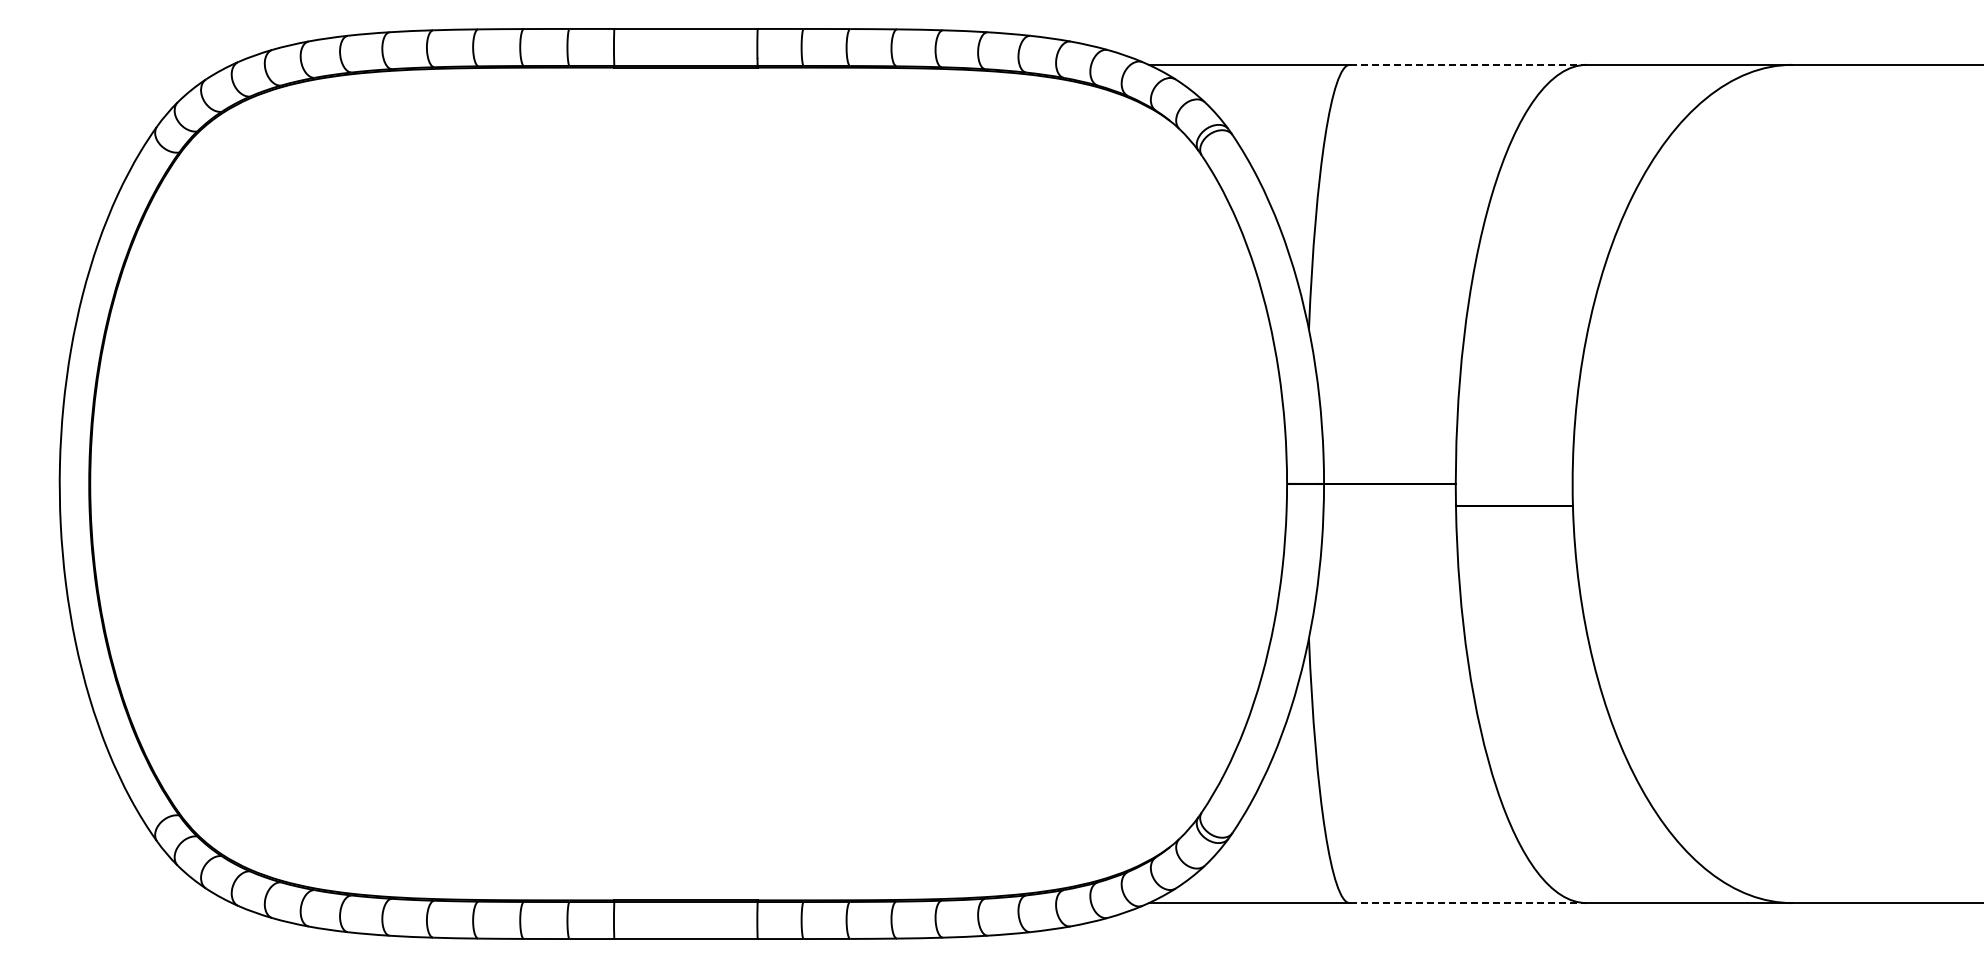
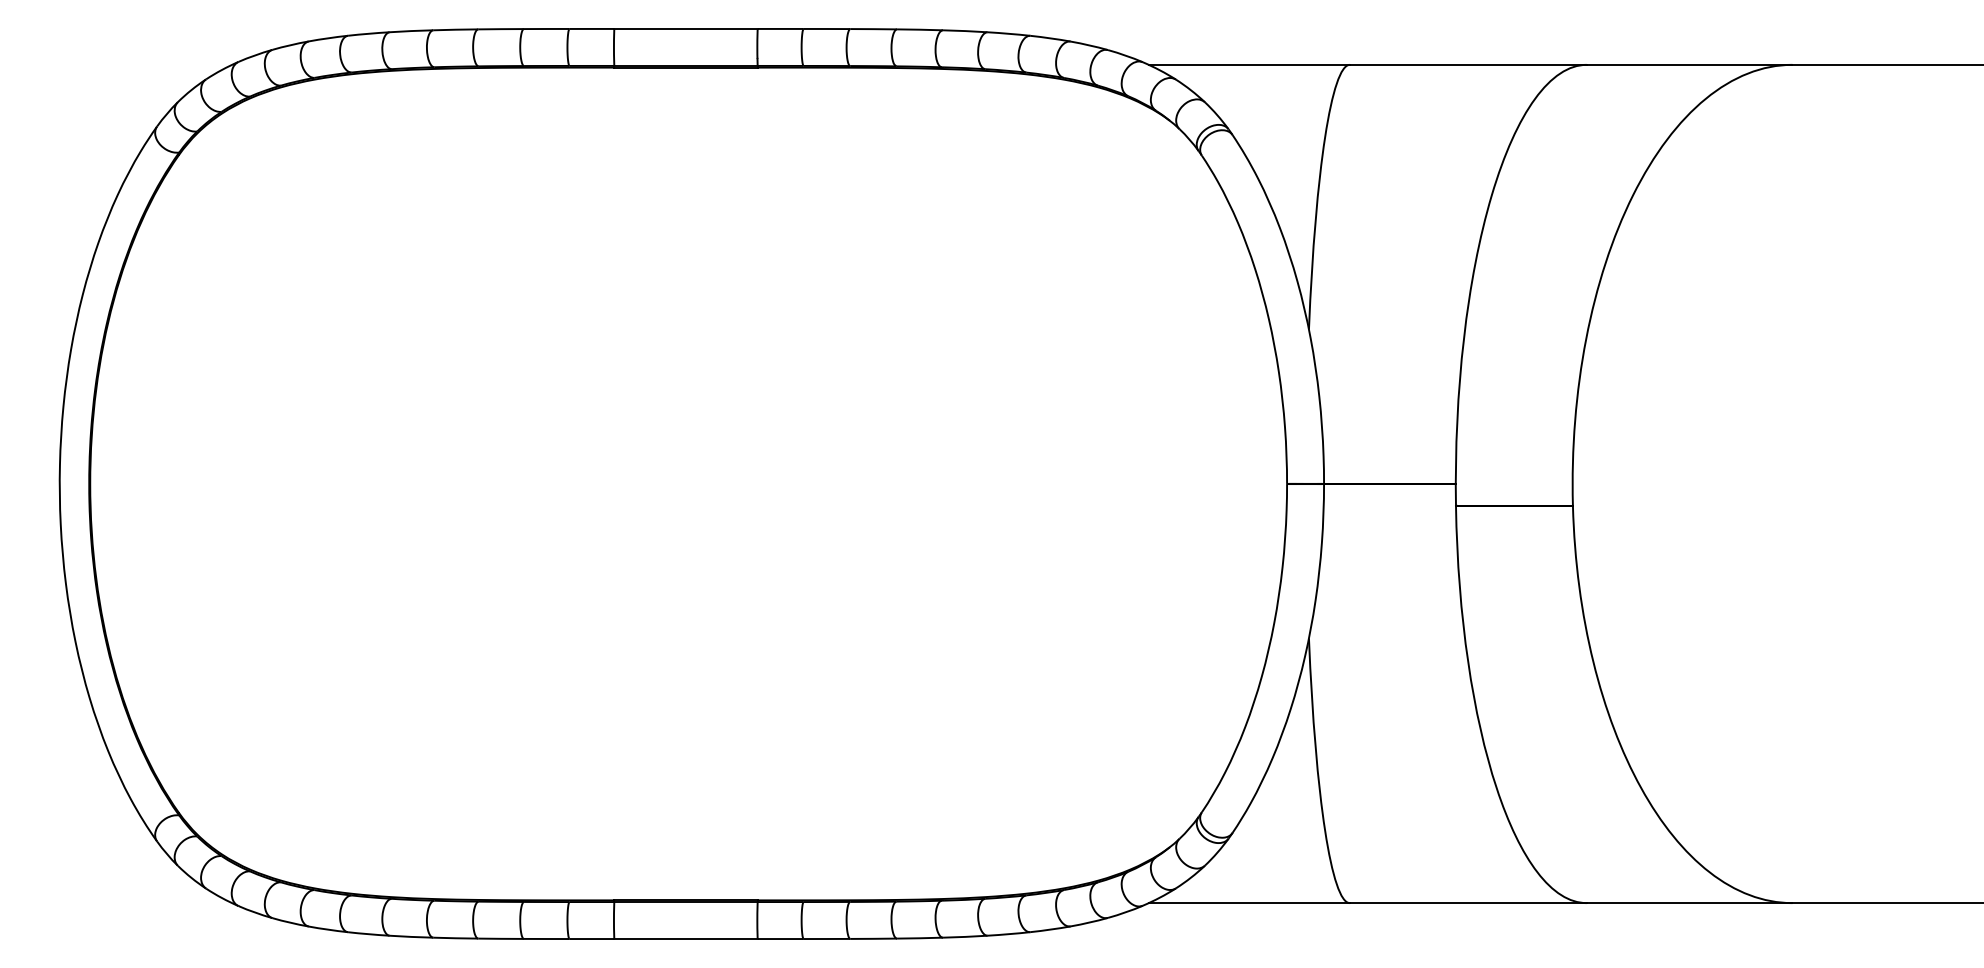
line at (1468, 64): dashed -> solid
line at (1468, 903): dashed -> solid
